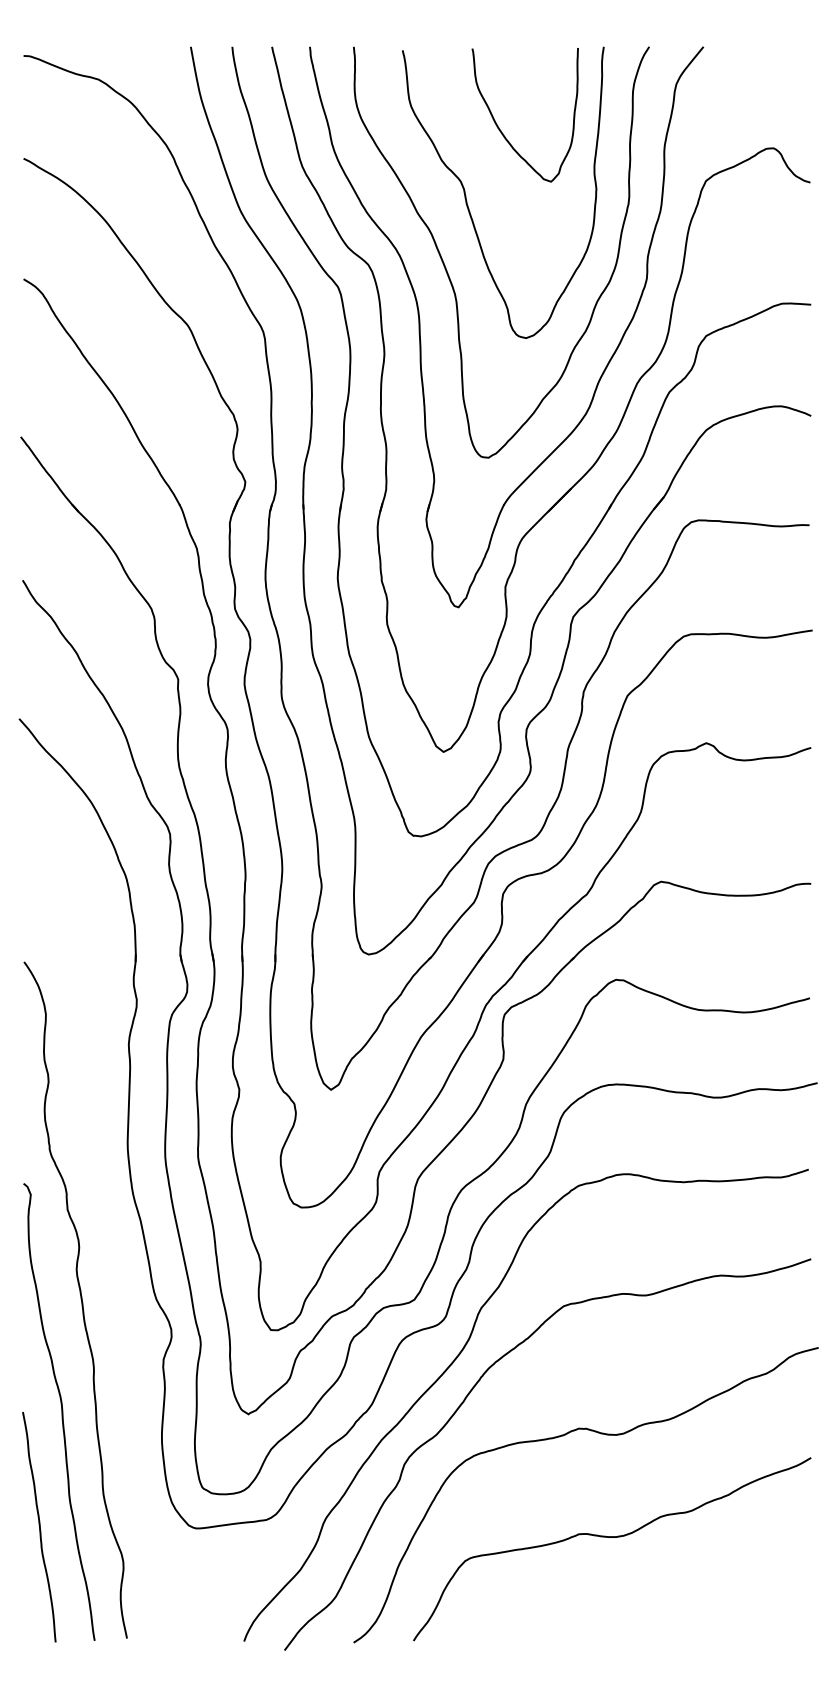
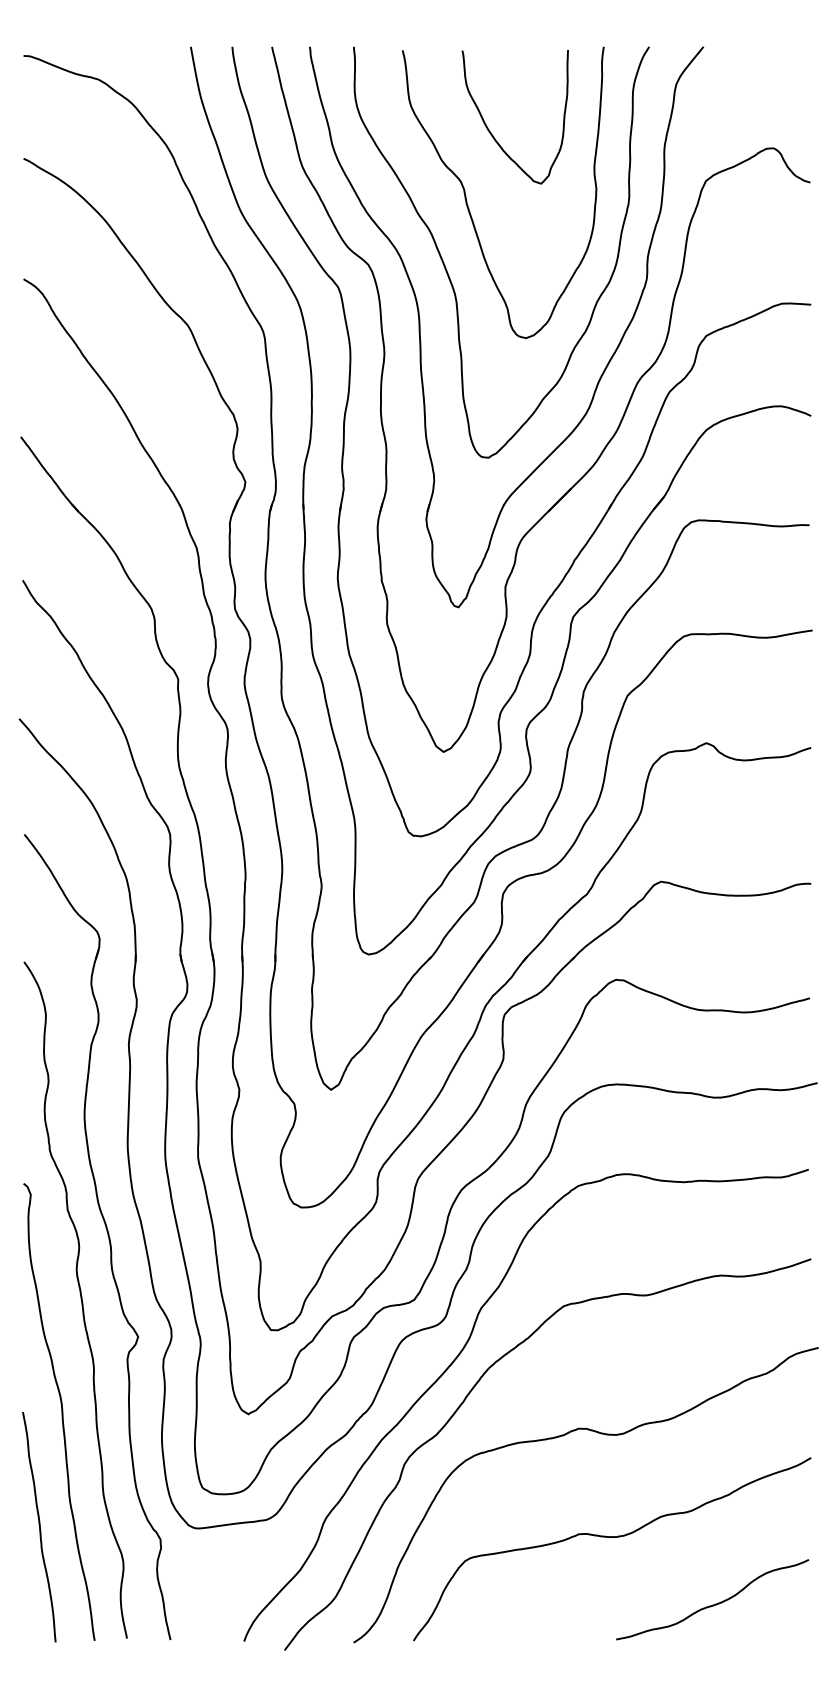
curve at (501, 130) position: (501, 130) -> (491, 132)
part at (107, 1235): none -> present
curve at (715, 1603): none -> present
